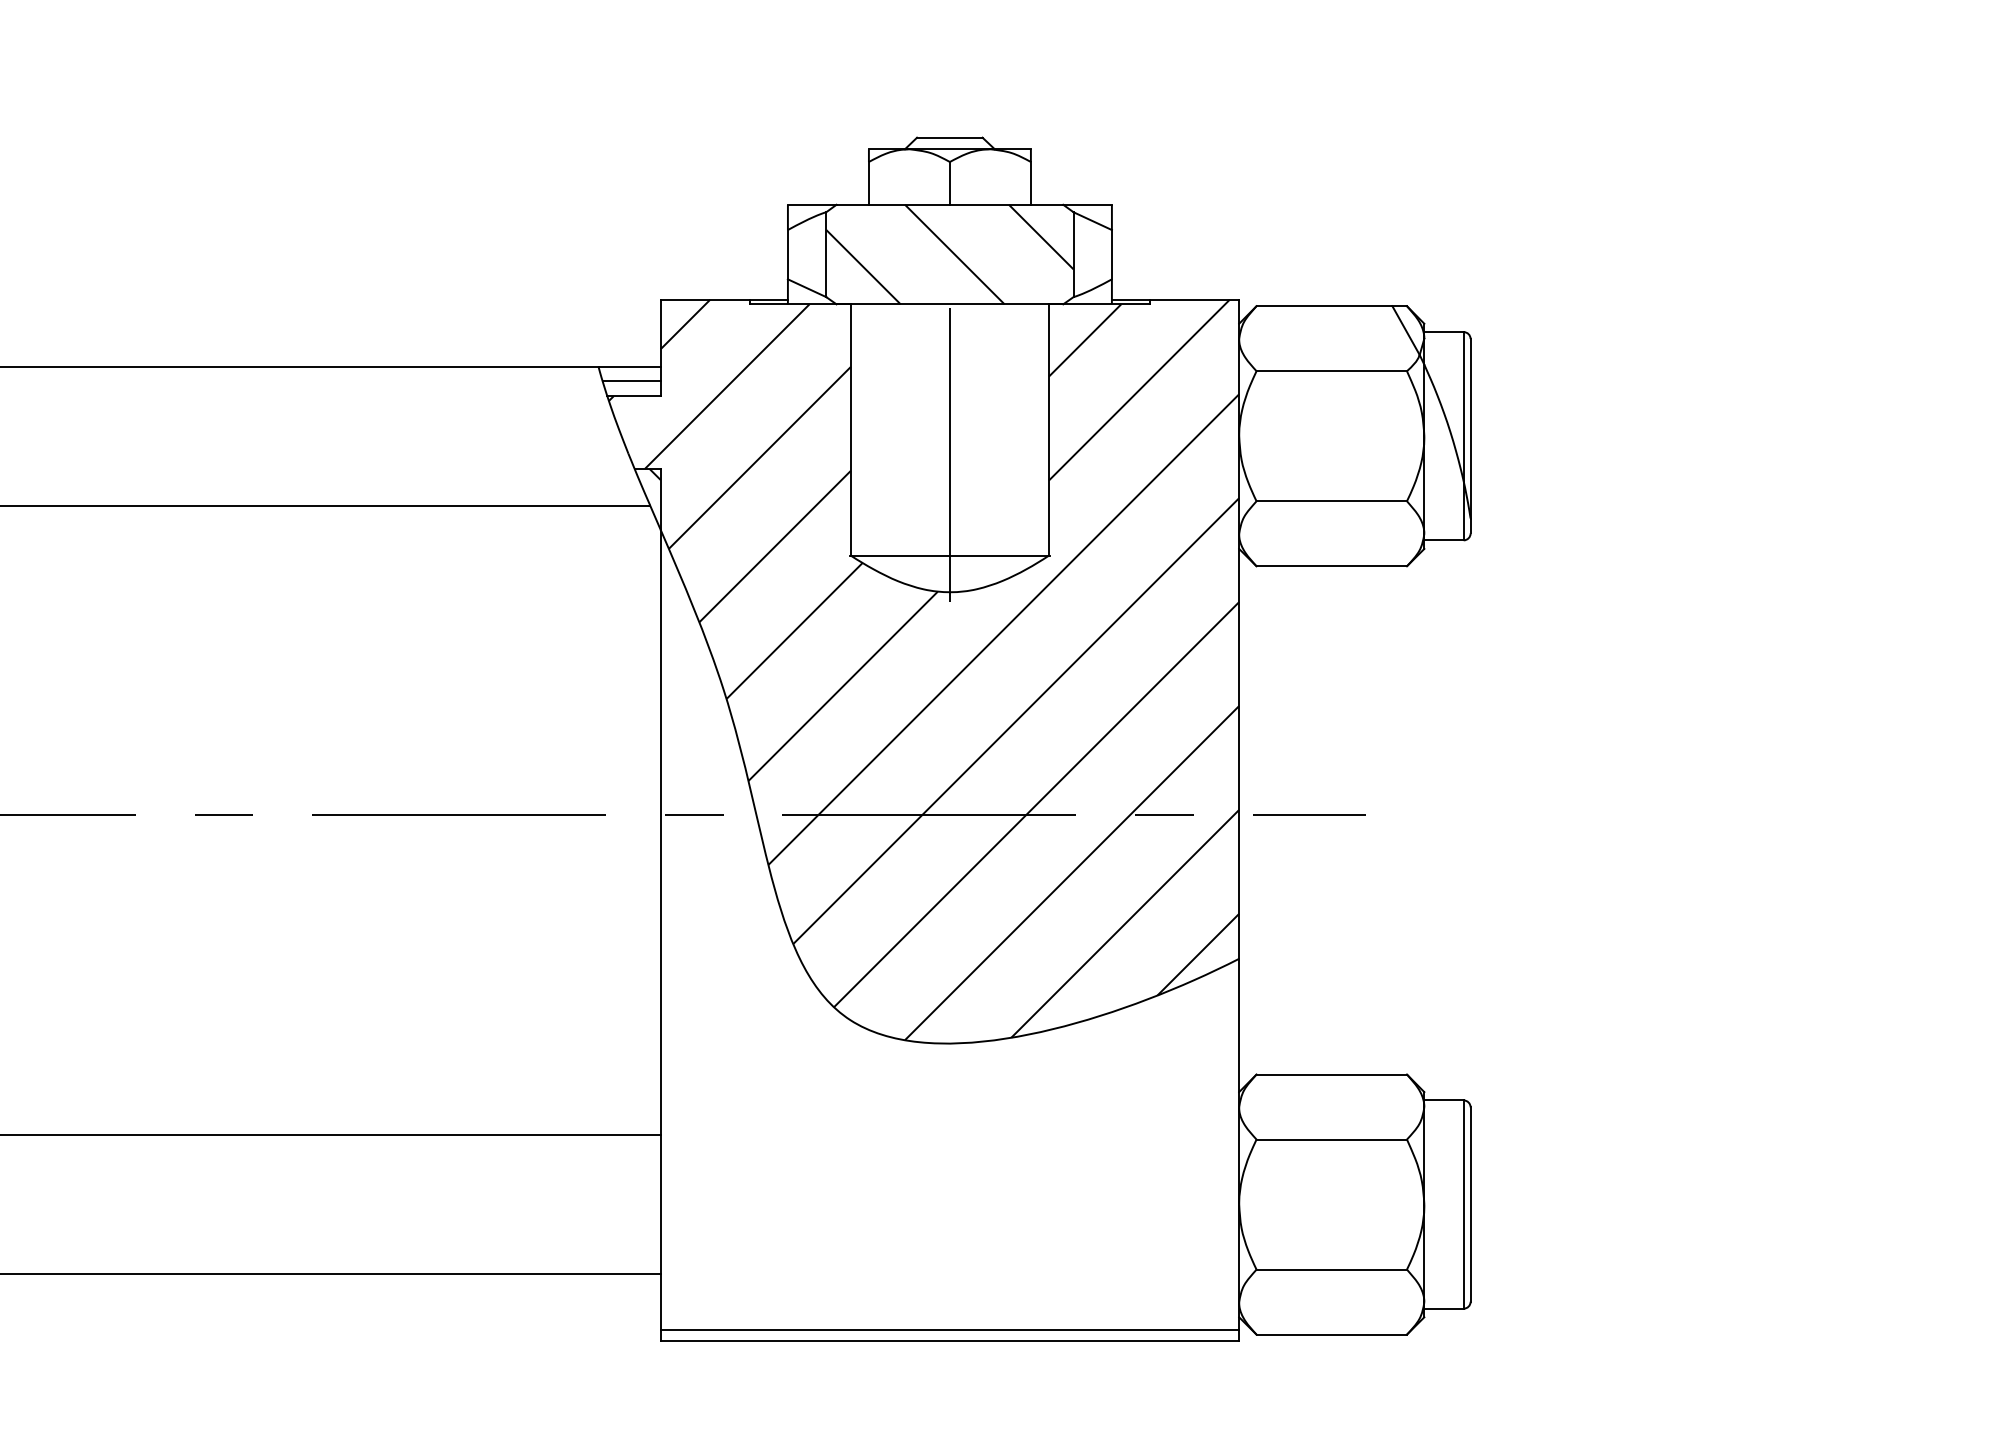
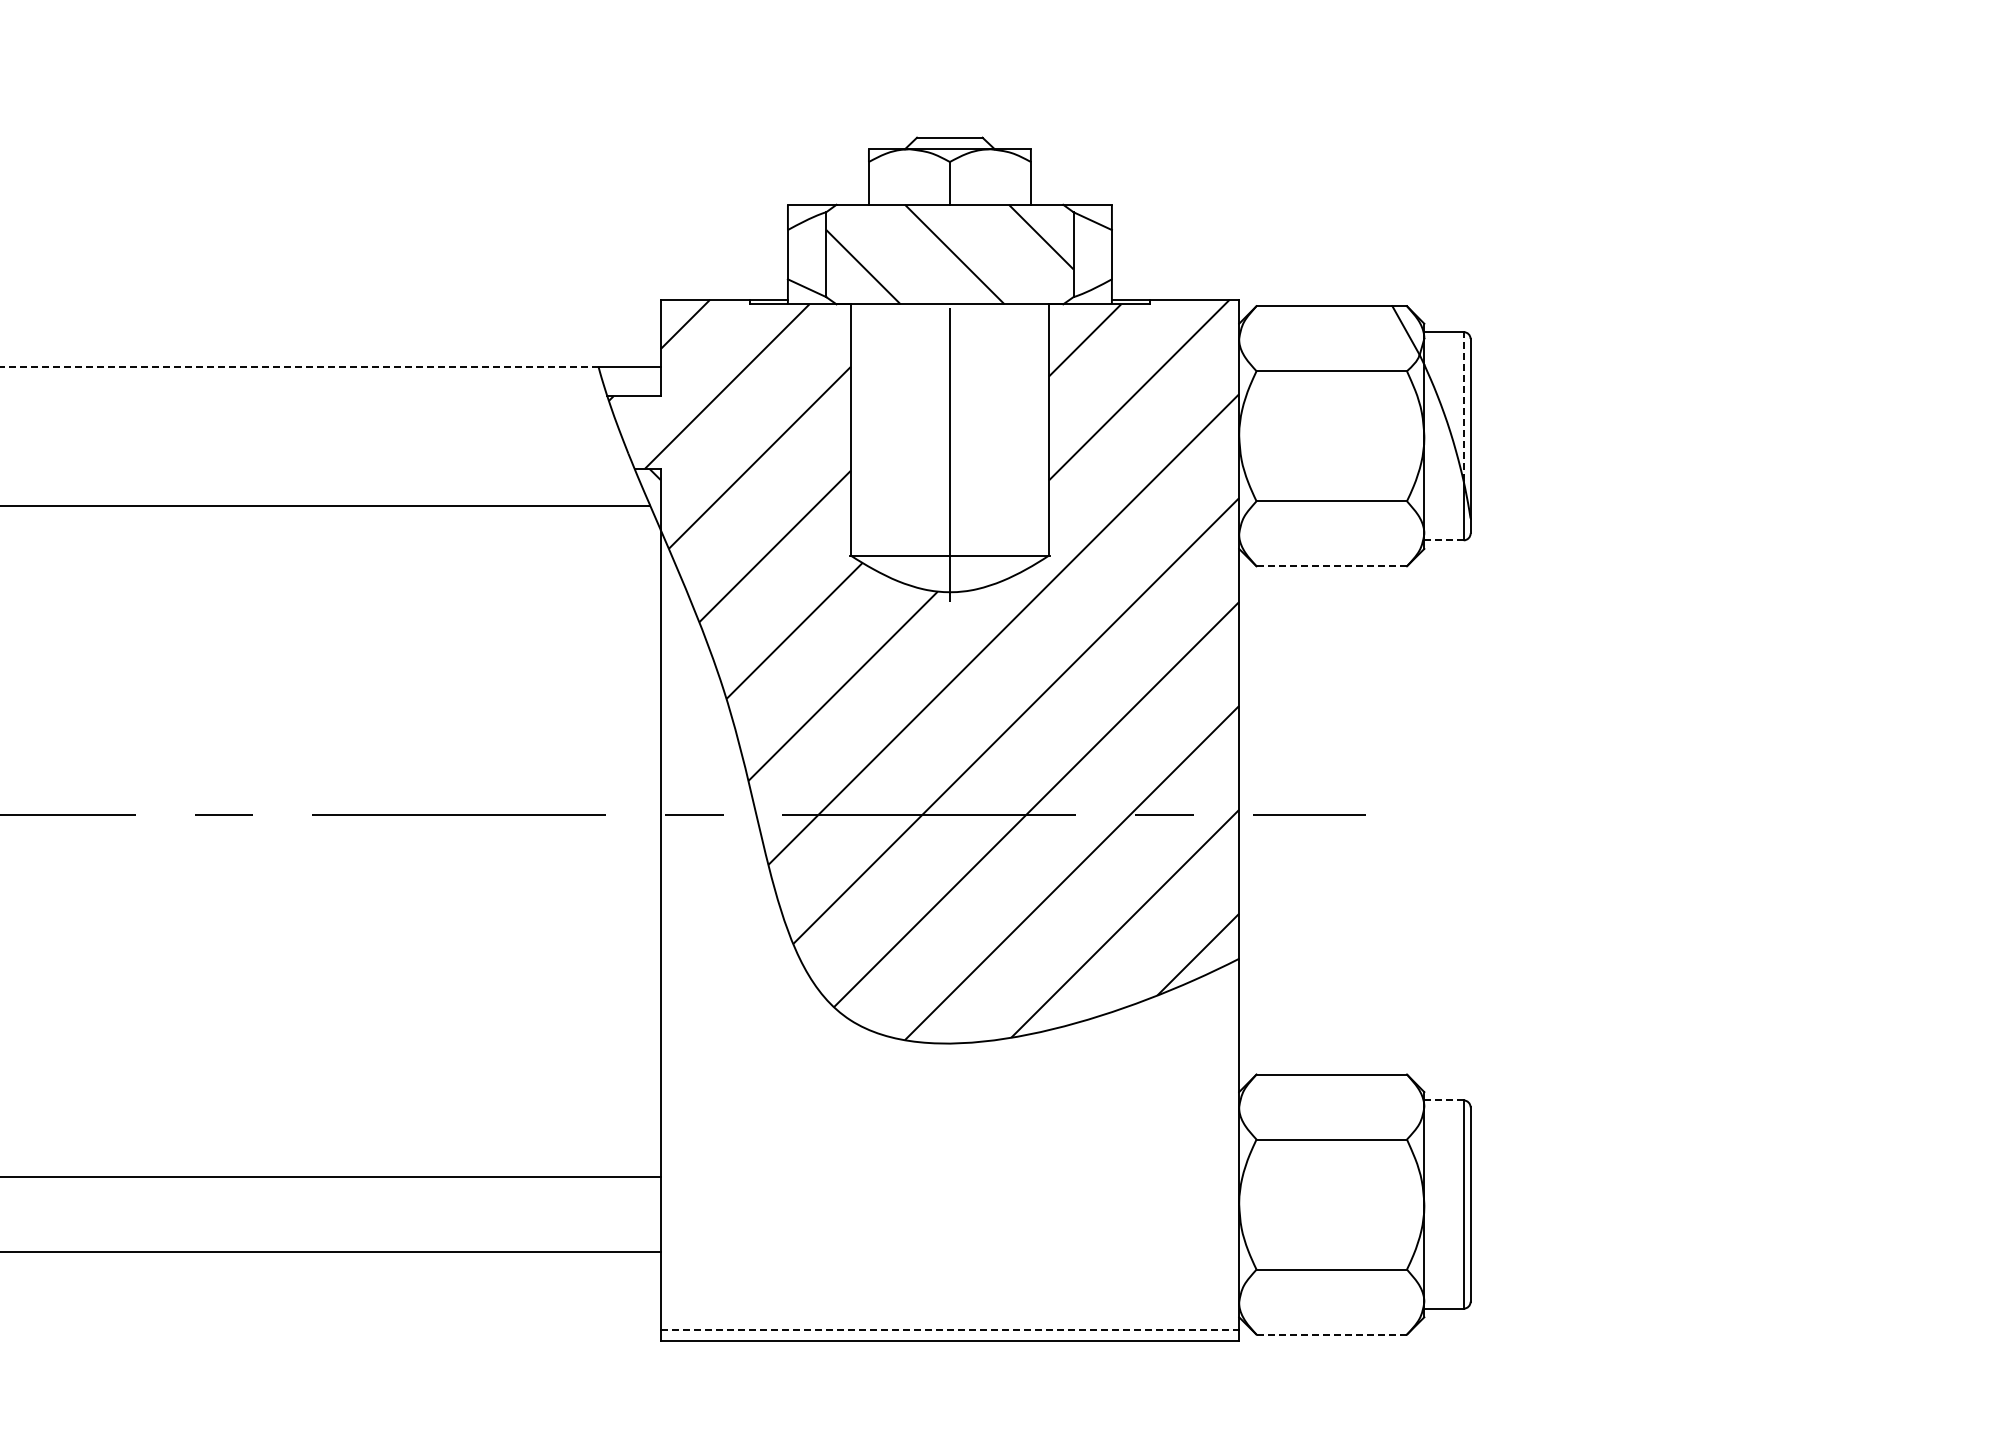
line at (298, 366): solid -> dashed
line at (631, 380): present -> none
line at (1463, 406): solid -> dashed
line at (1444, 540): solid -> dashed
line at (1332, 566): solid -> dashed
line at (1444, 1100): solid -> dashed
line at (331, 1135) position: (331, 1135) -> (331, 1177)
line at (331, 1274) position: (331, 1274) -> (331, 1252)
line at (950, 1329): solid -> dashed
line at (1332, 1334): solid -> dashed
